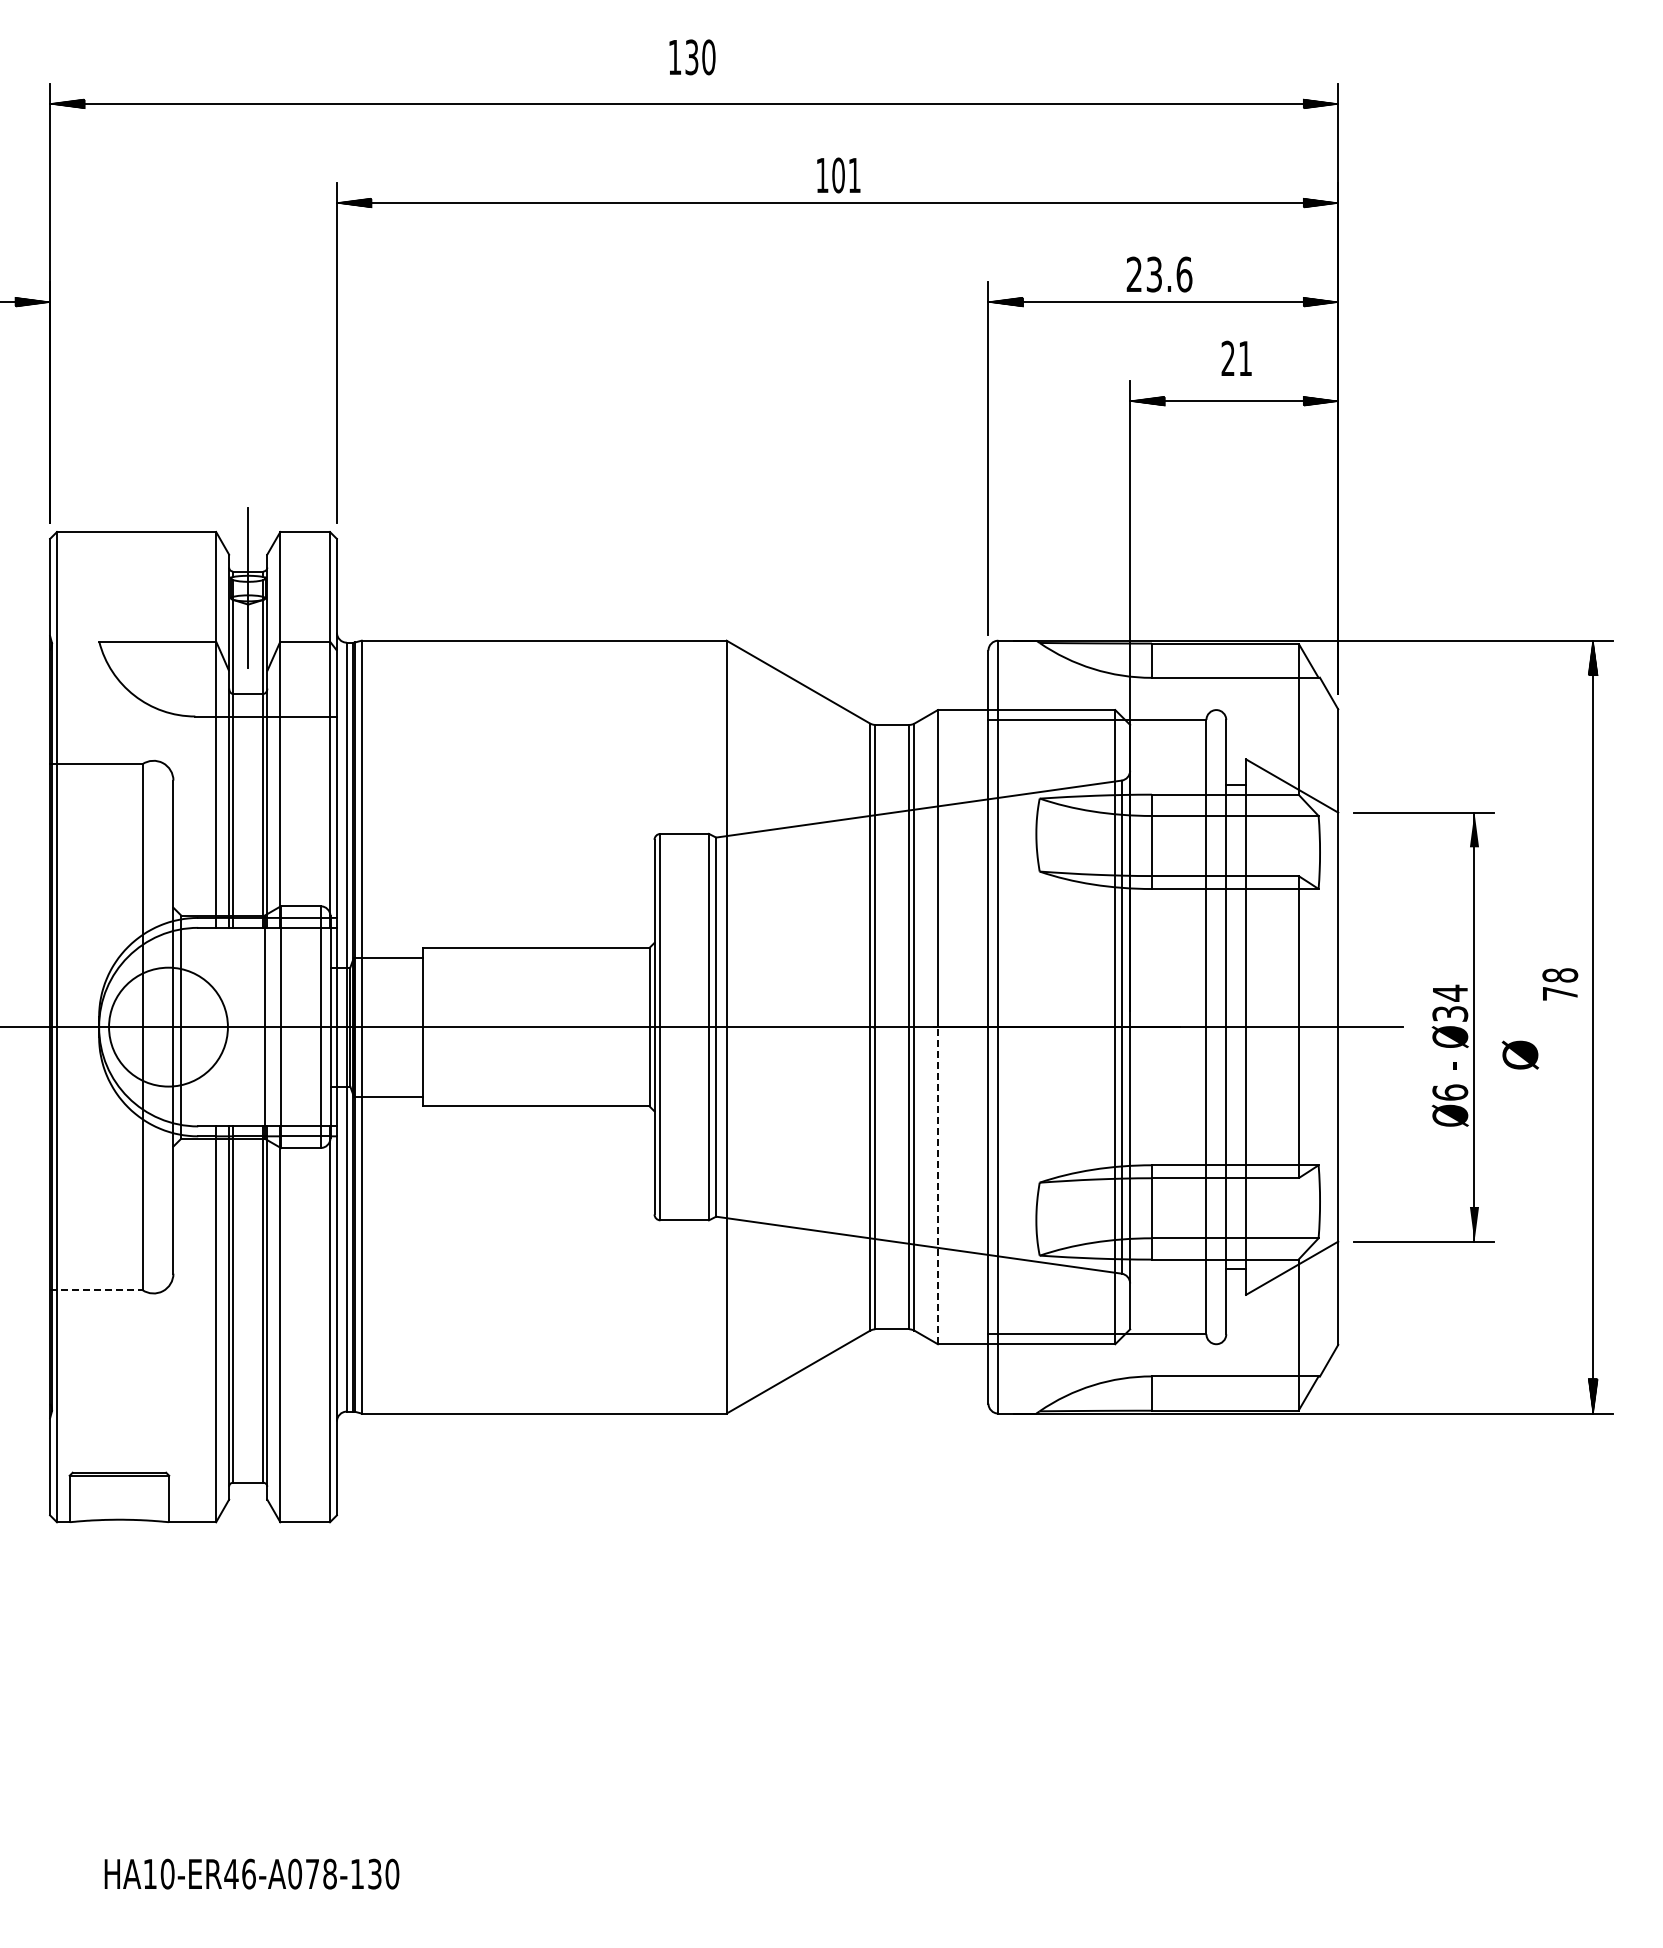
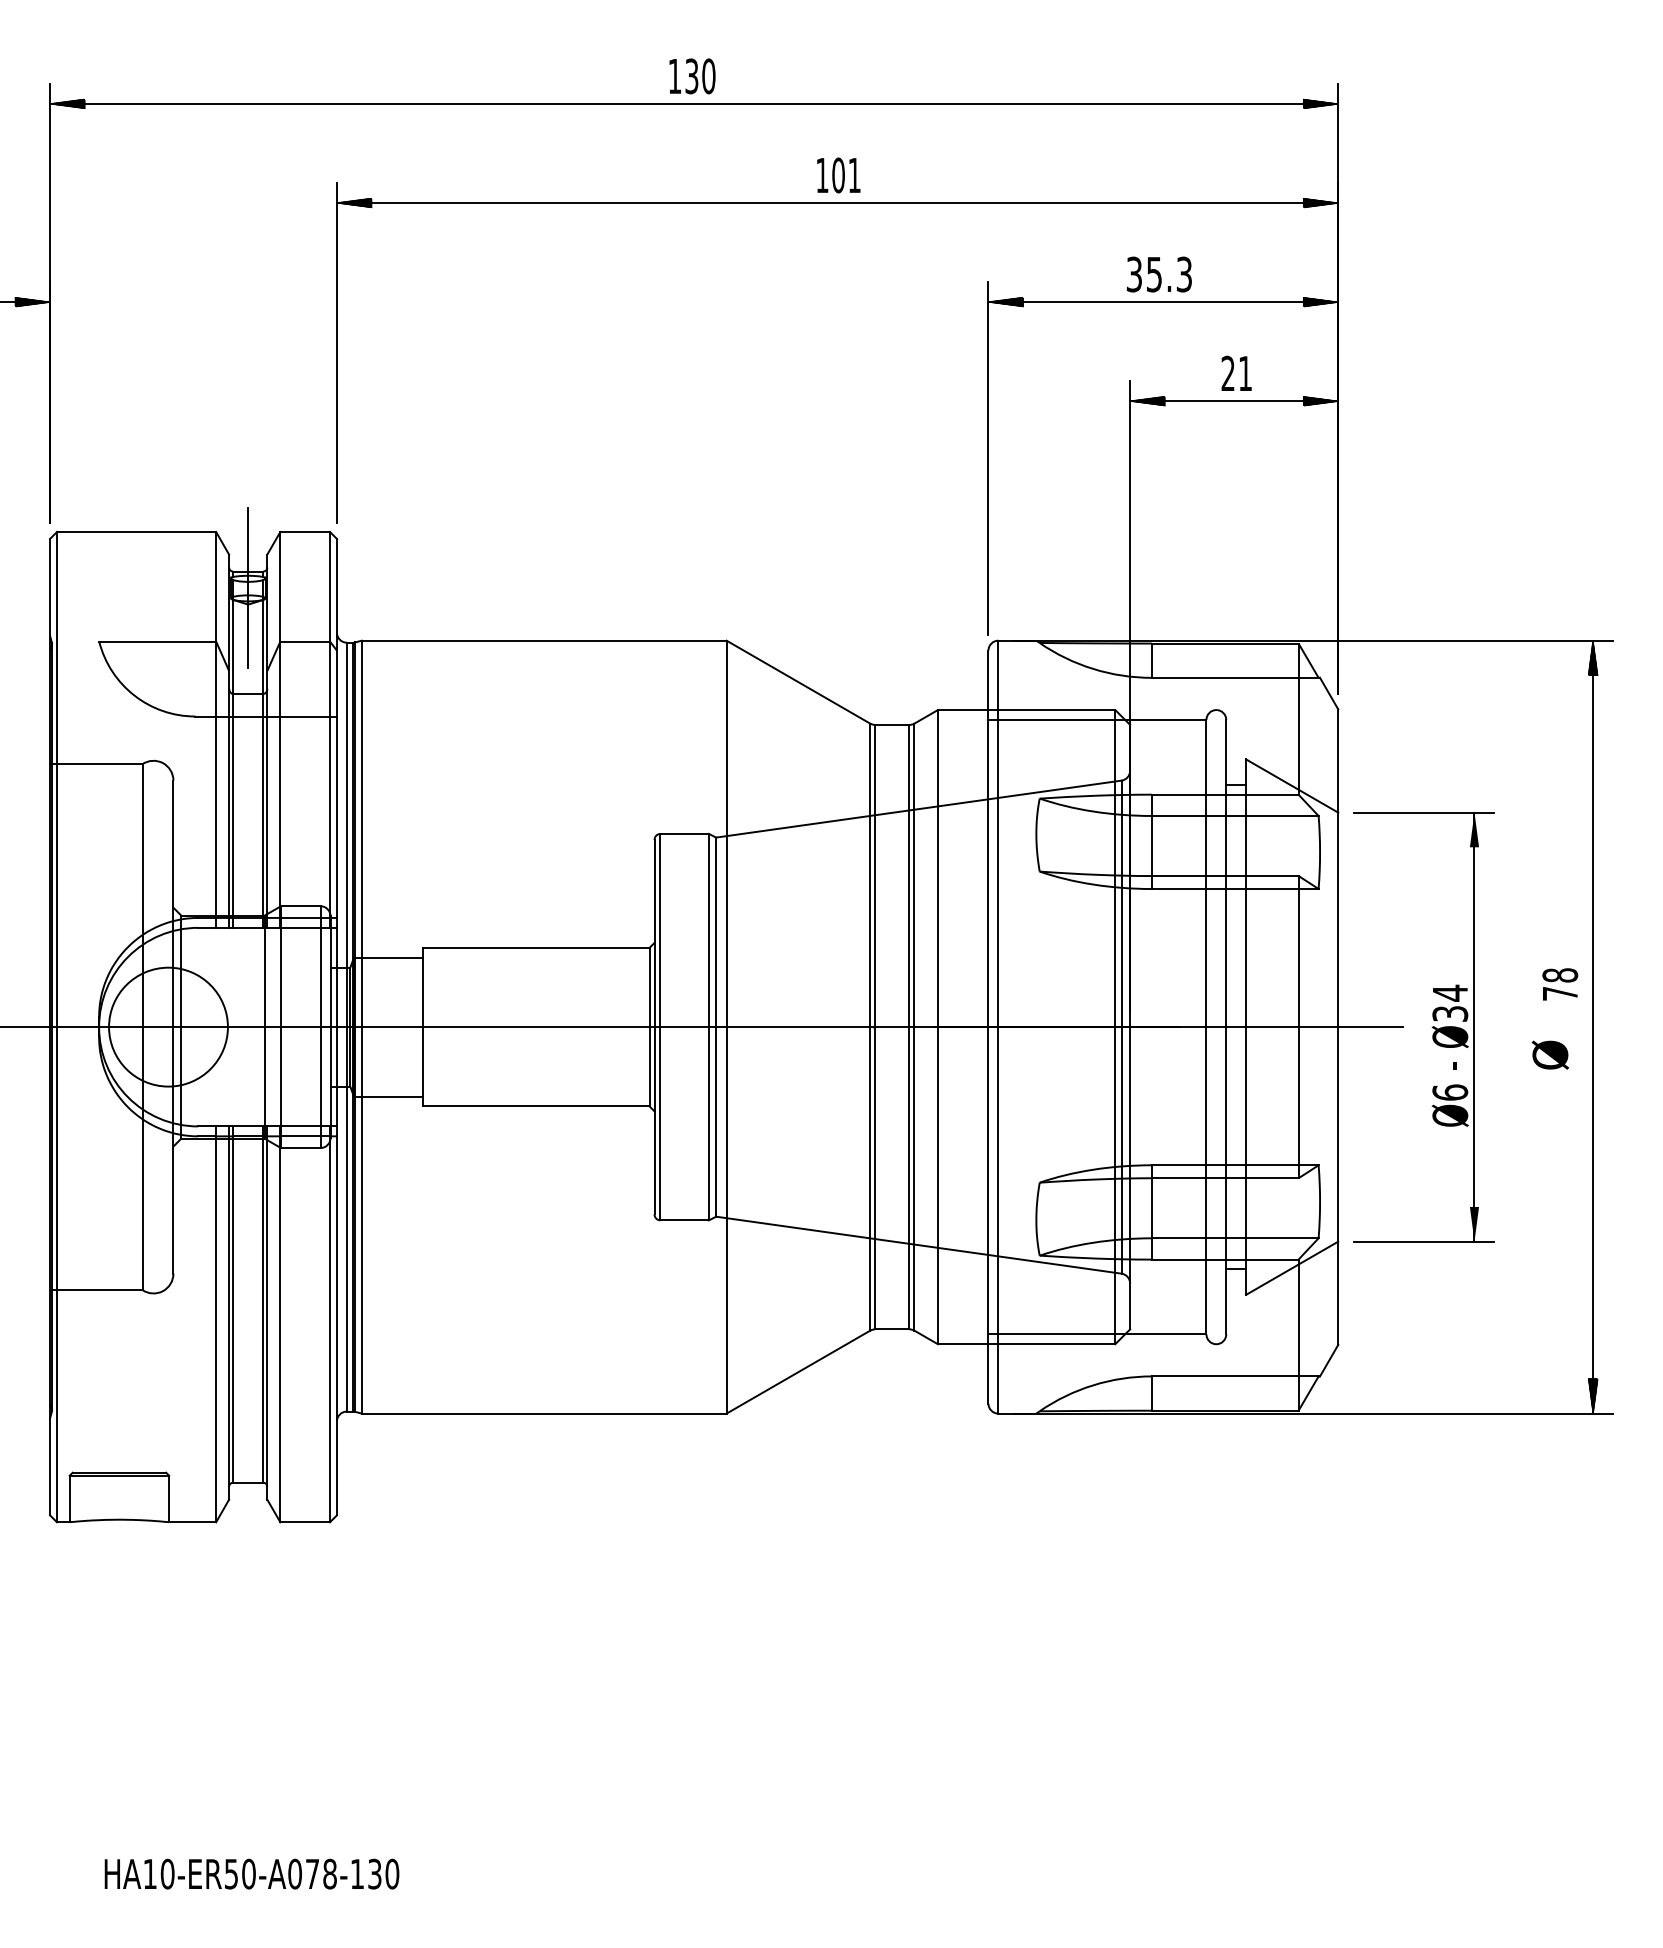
text at (692, 57) position: (692, 57) -> (692, 76)
text at (1159, 274): 23.6 -> 35.3
text at (1236, 357) position: (1236, 357) -> (1236, 372)
text at (1519, 1054) position: (1519, 1054) -> (1549, 1054)
line at (937, 1185): dashed -> solid
line at (96, 1290): dashed -> solid
text at (239, 1873): HA10-ER46-A078-130 -> HA10-ER50-A078-130
